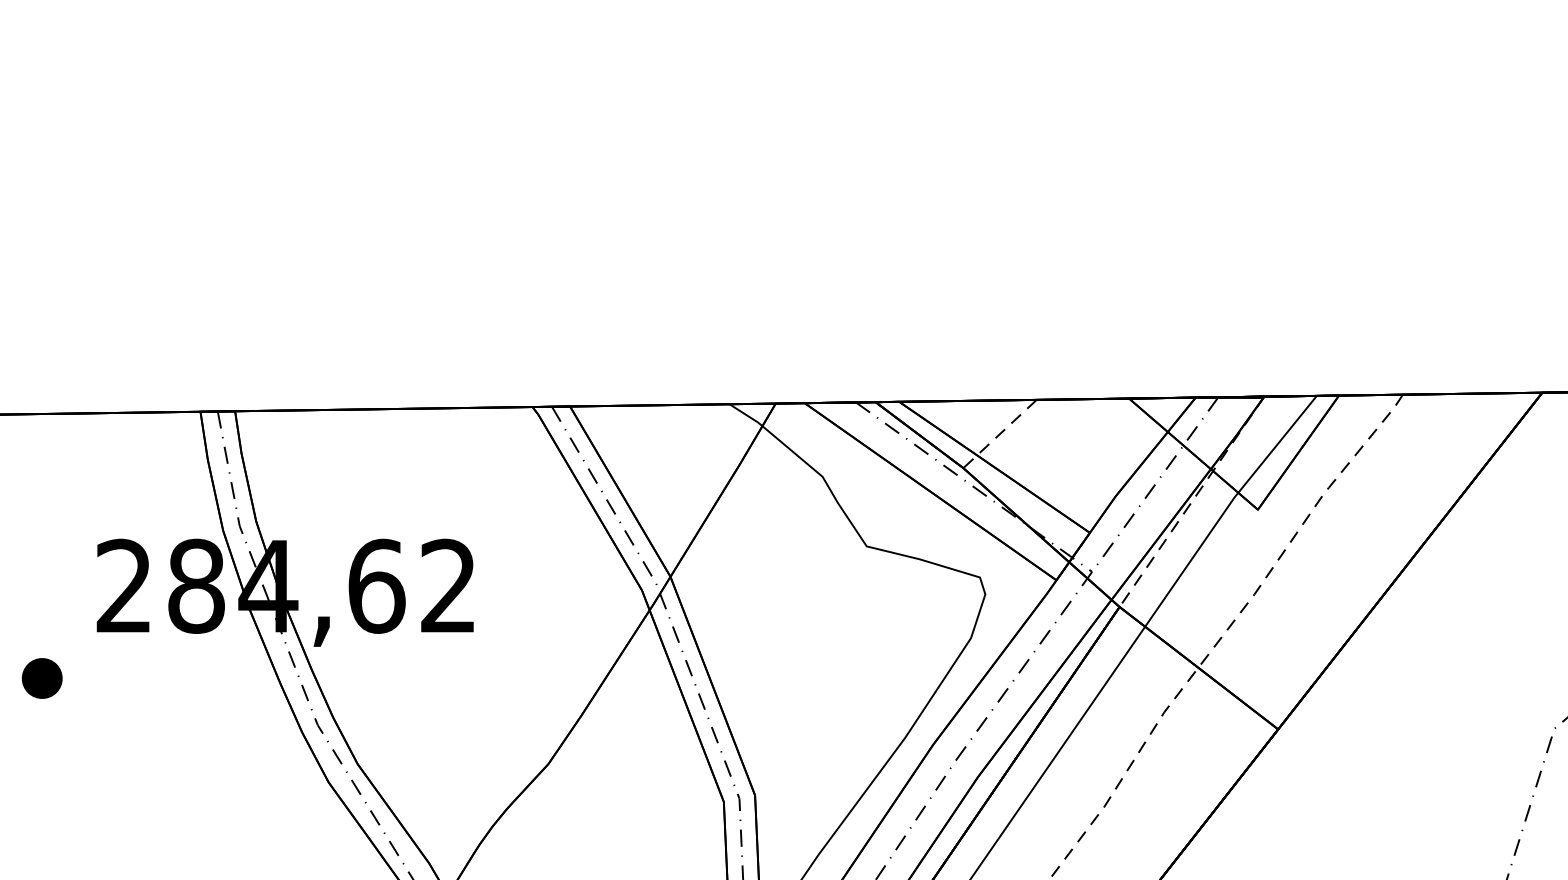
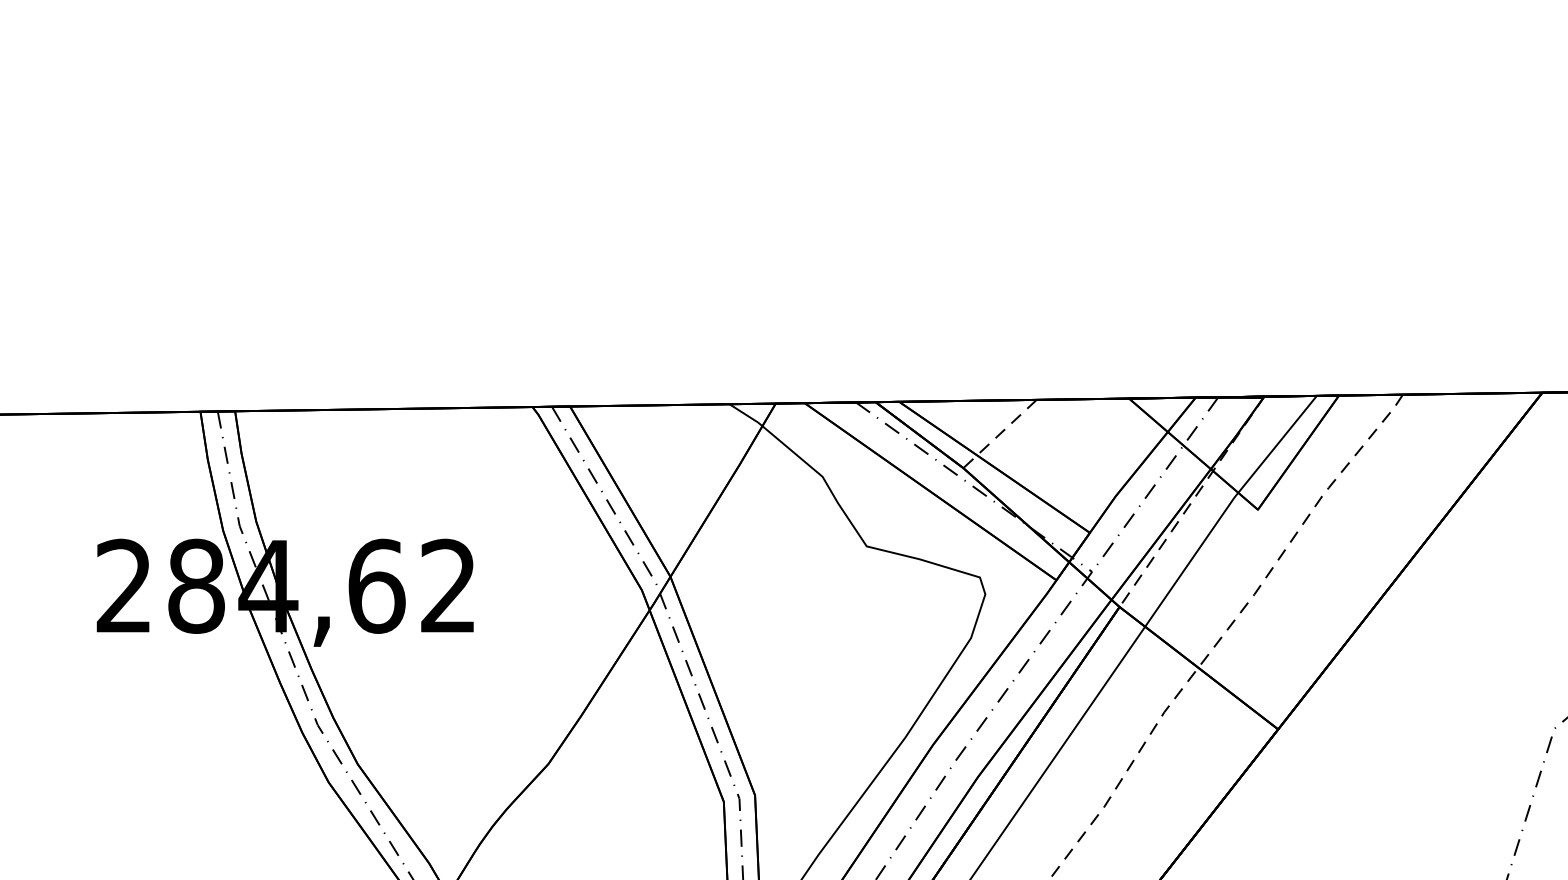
part at (41, 678): present -> none
